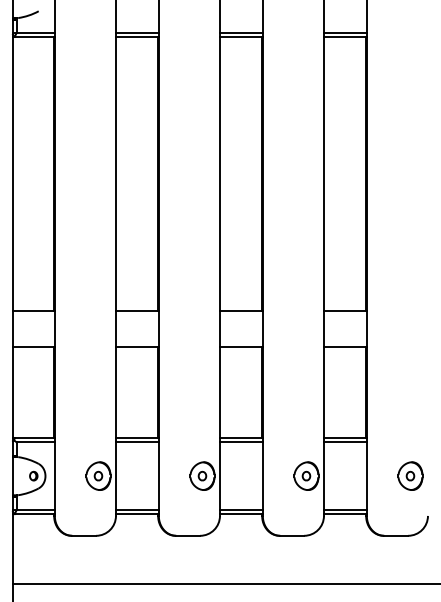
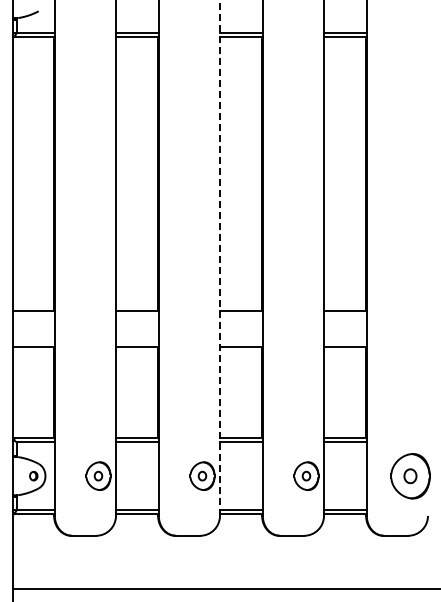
line at (219, 258): solid -> dashed
part at (410, 475) size: 27x30 px -> 41x47 px
line at (225, 583) position: (225, 583) -> (225, 588)
